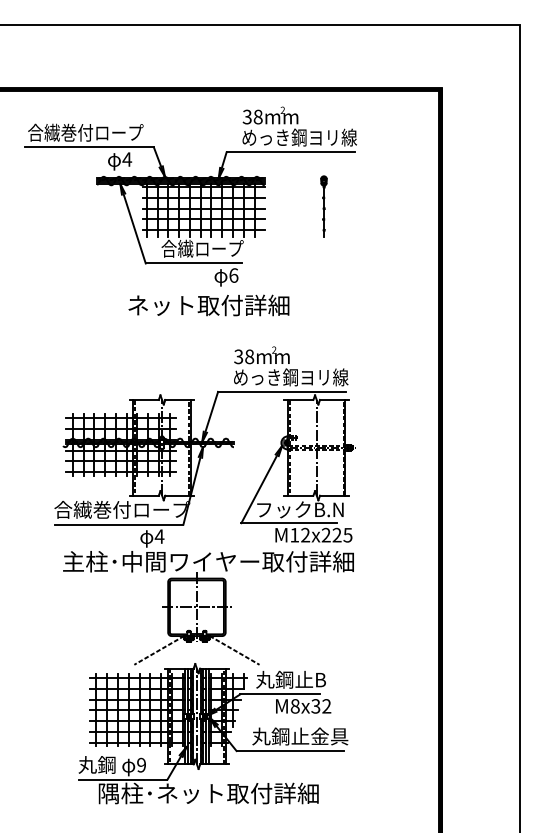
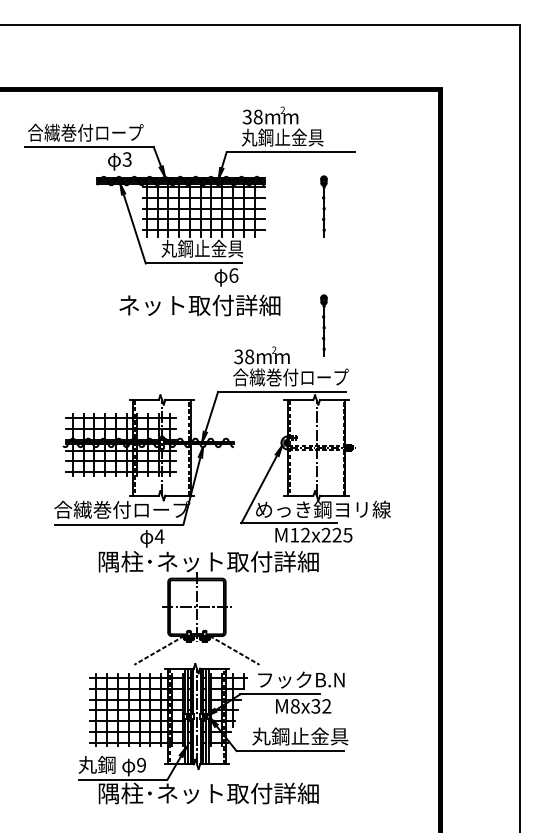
text at (298, 137): めっき鋼ヨリ線 -> 丸鋼止金具
text at (127, 159): 4 -> 3
text at (202, 248): 合繊ロープ -> 丸鋼止金具
text at (208, 305) position: (208, 305) -> (199, 305)
part at (323, 325): none -> present
text at (290, 377): めっき鋼ヨリ線 -> 合繊巻付ロープ
text at (323, 509): フックB.N -> めっき鋼ヨリ線
text at (208, 561): 主柱･中間ワイヤー取付詳細 -> 隅柱･ネット取付詳細
text at (300, 679): 丸鋼止B -> フックB.N
